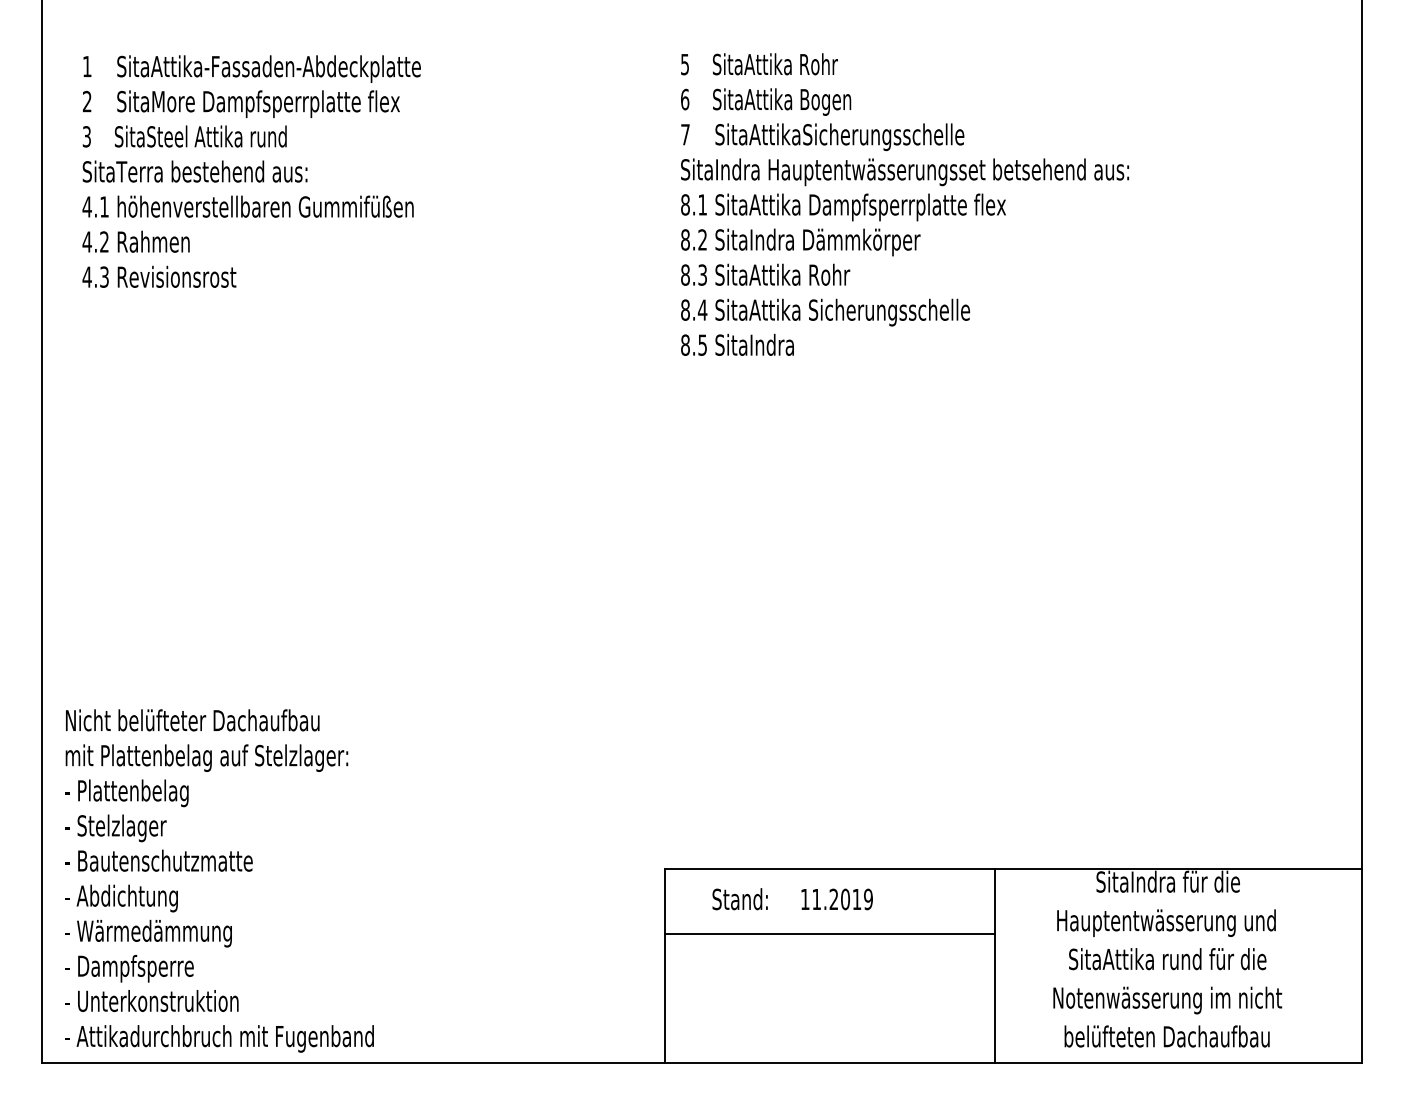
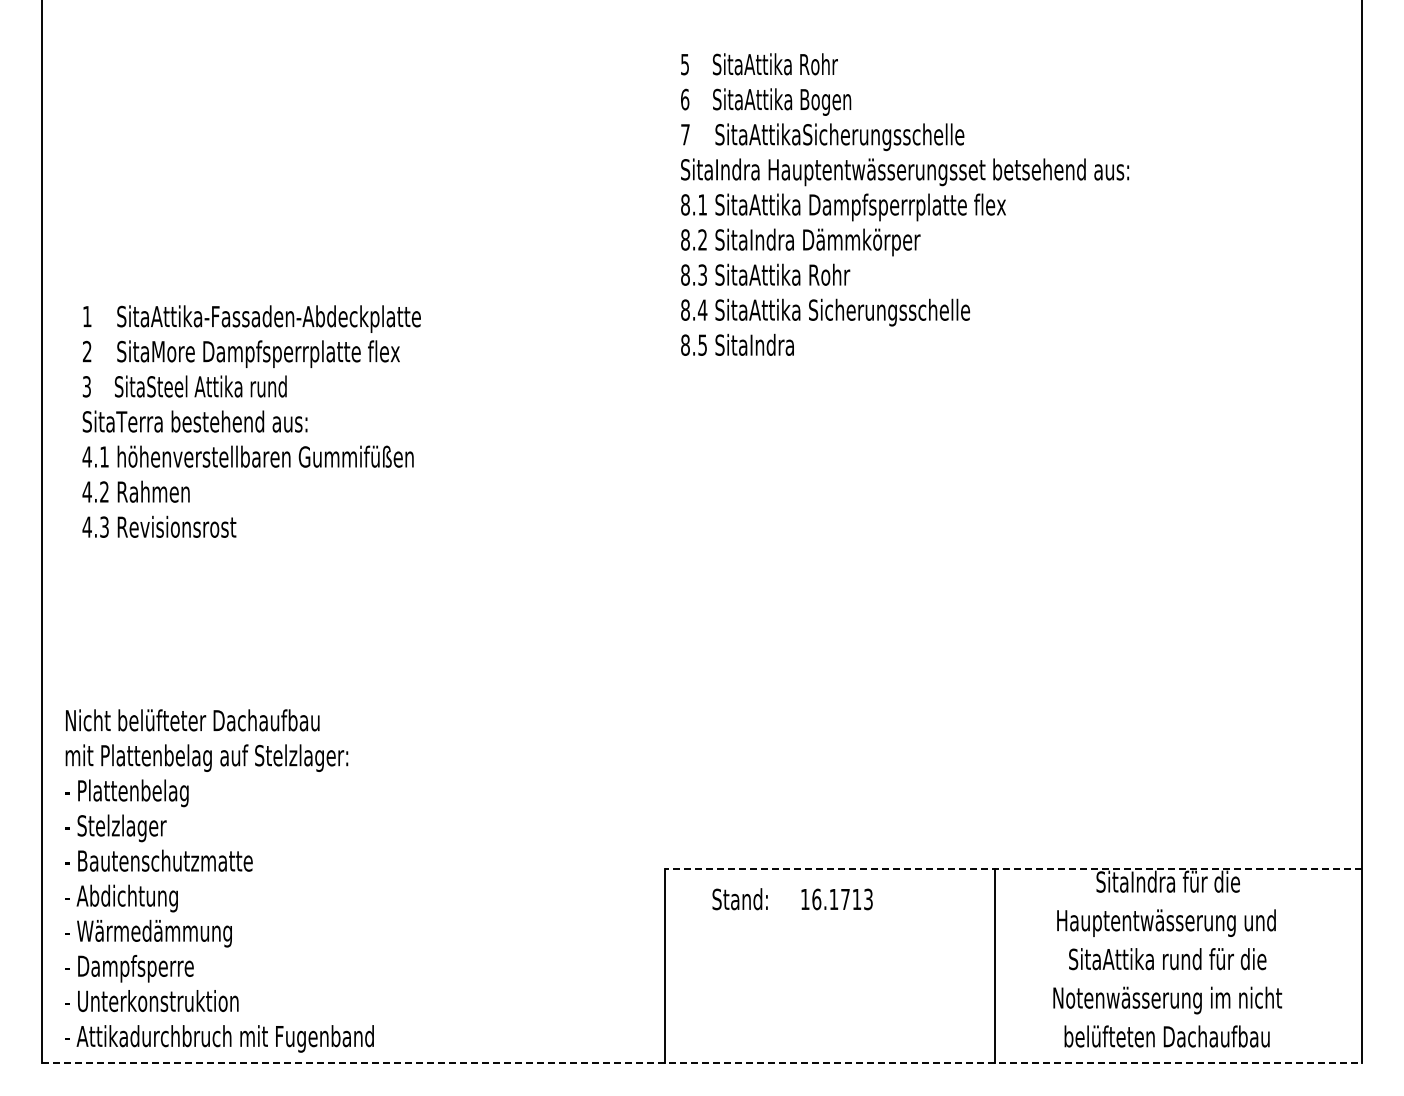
text at (251, 171) position: (251, 171) -> (251, 421)
line at (1013, 869): solid -> dashed
text at (842, 899): 11.2019 -> 16.1713
line at (829, 933): present -> none
line at (702, 1063): solid -> dashed
